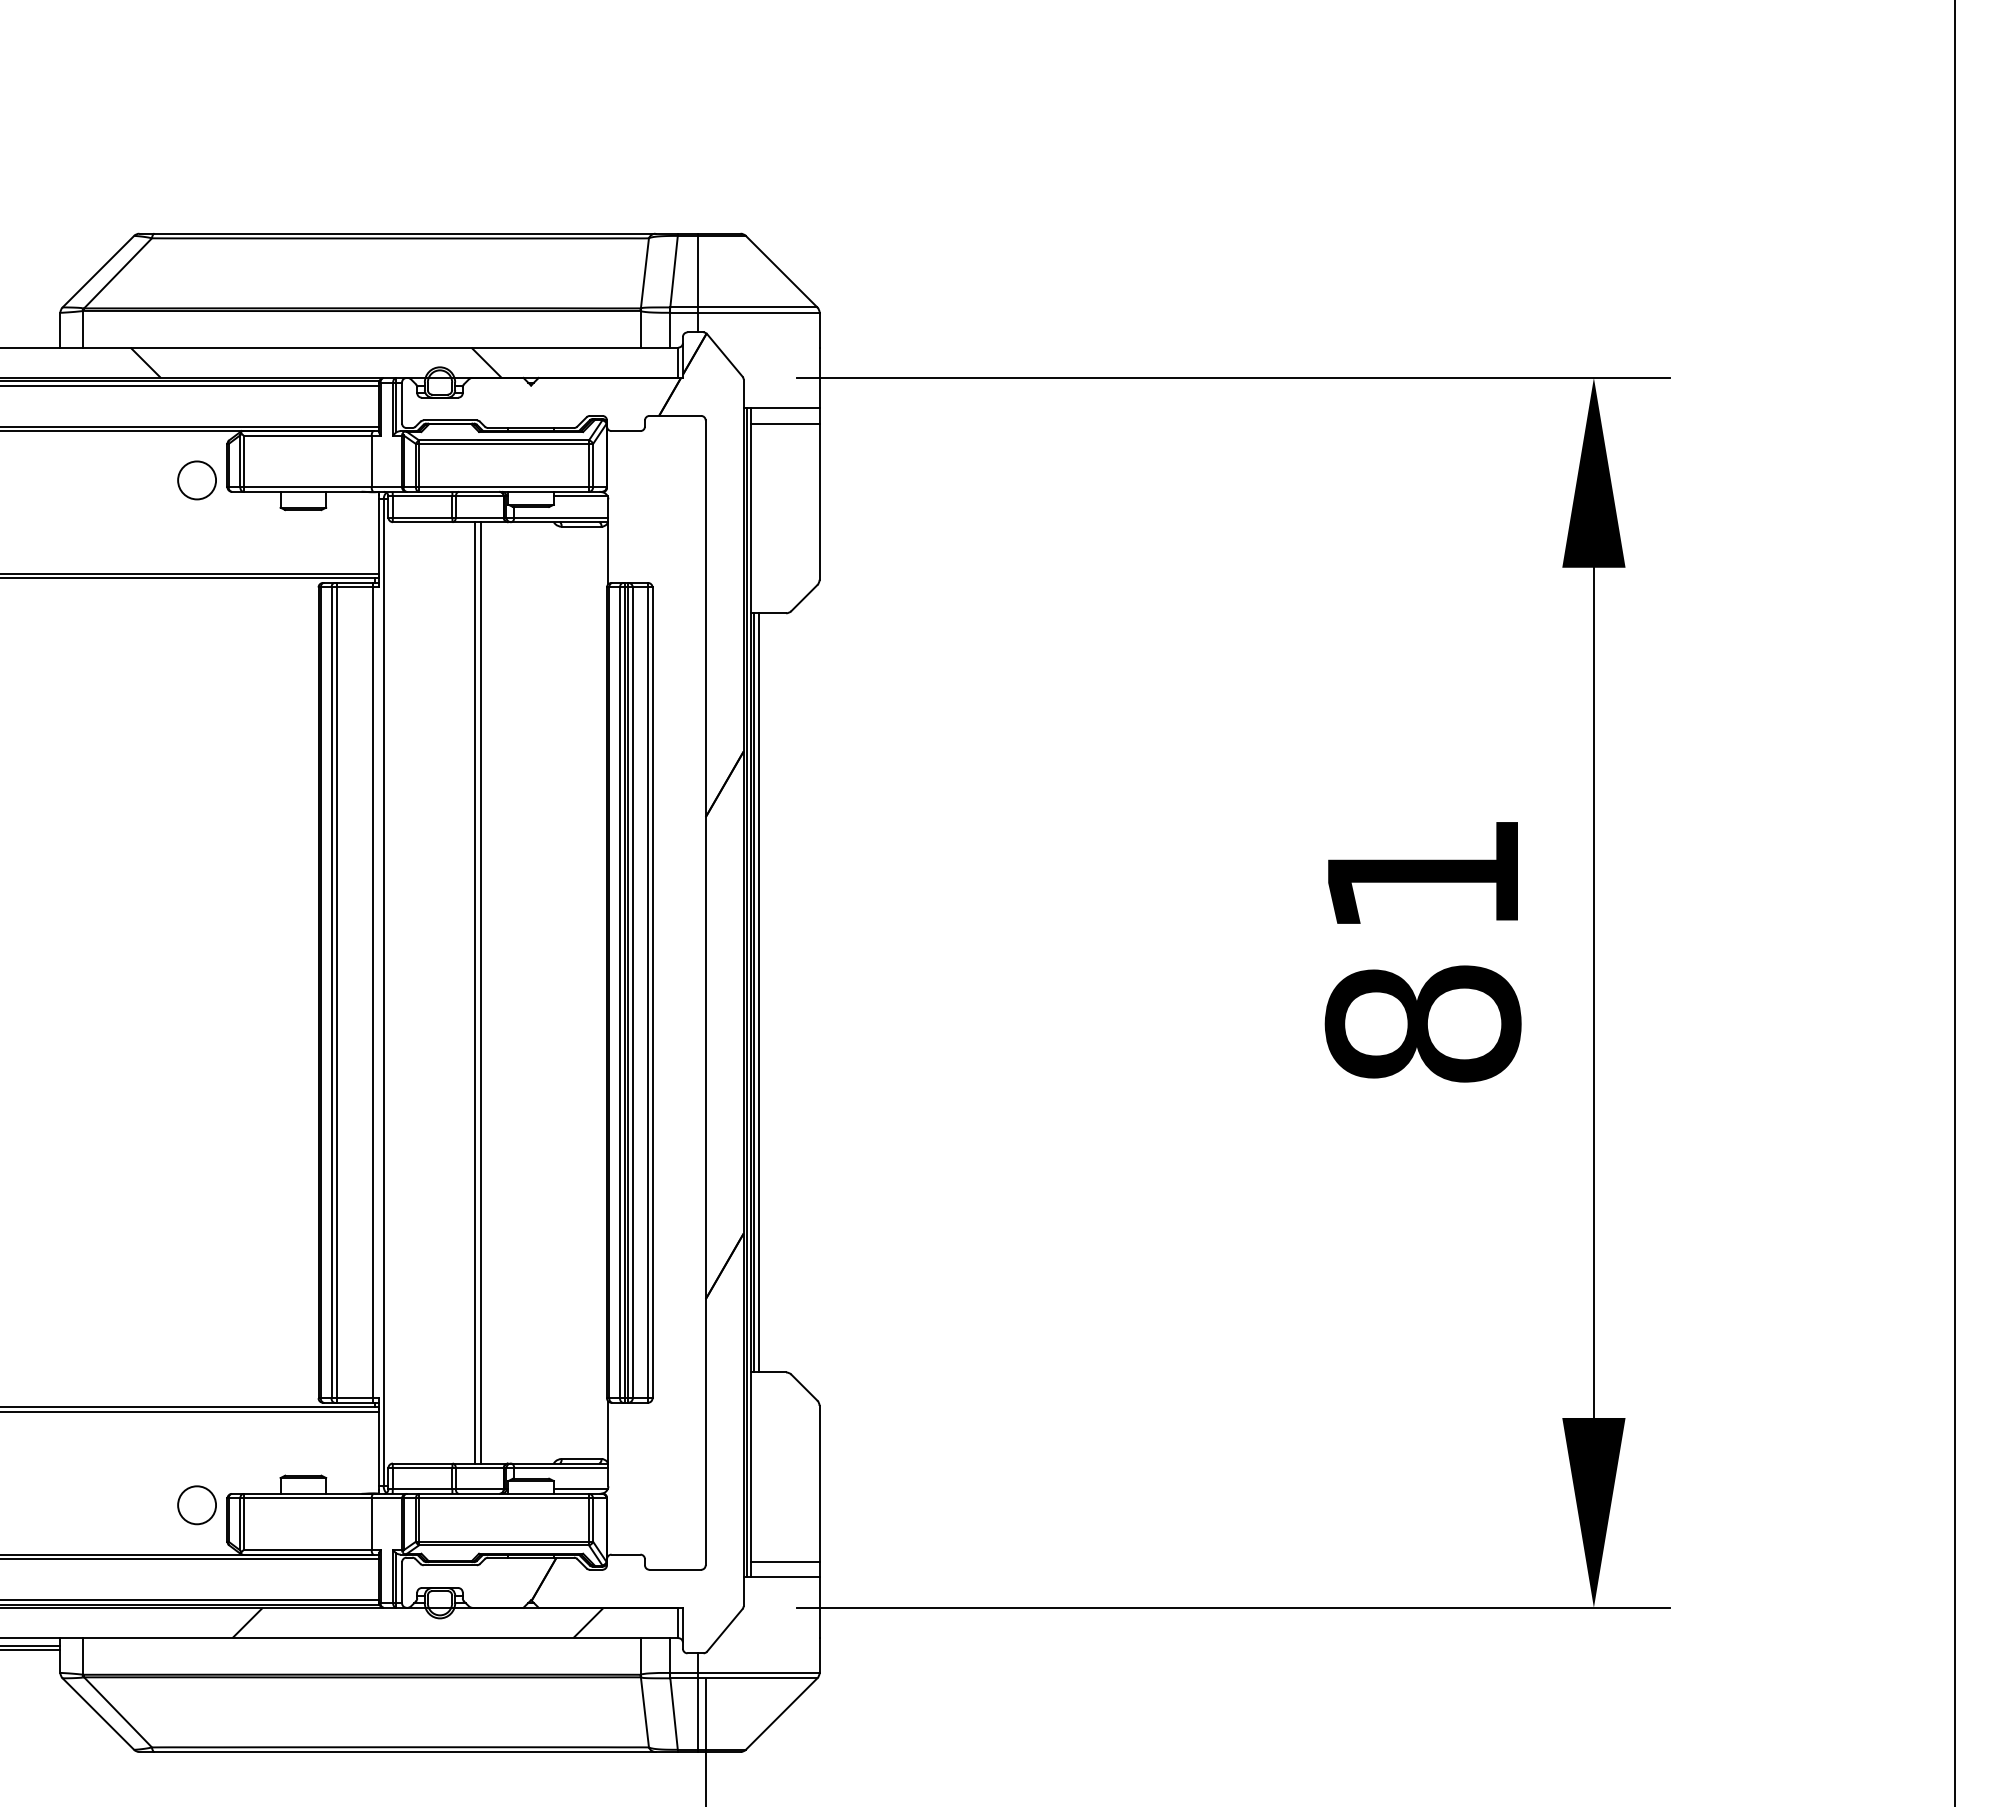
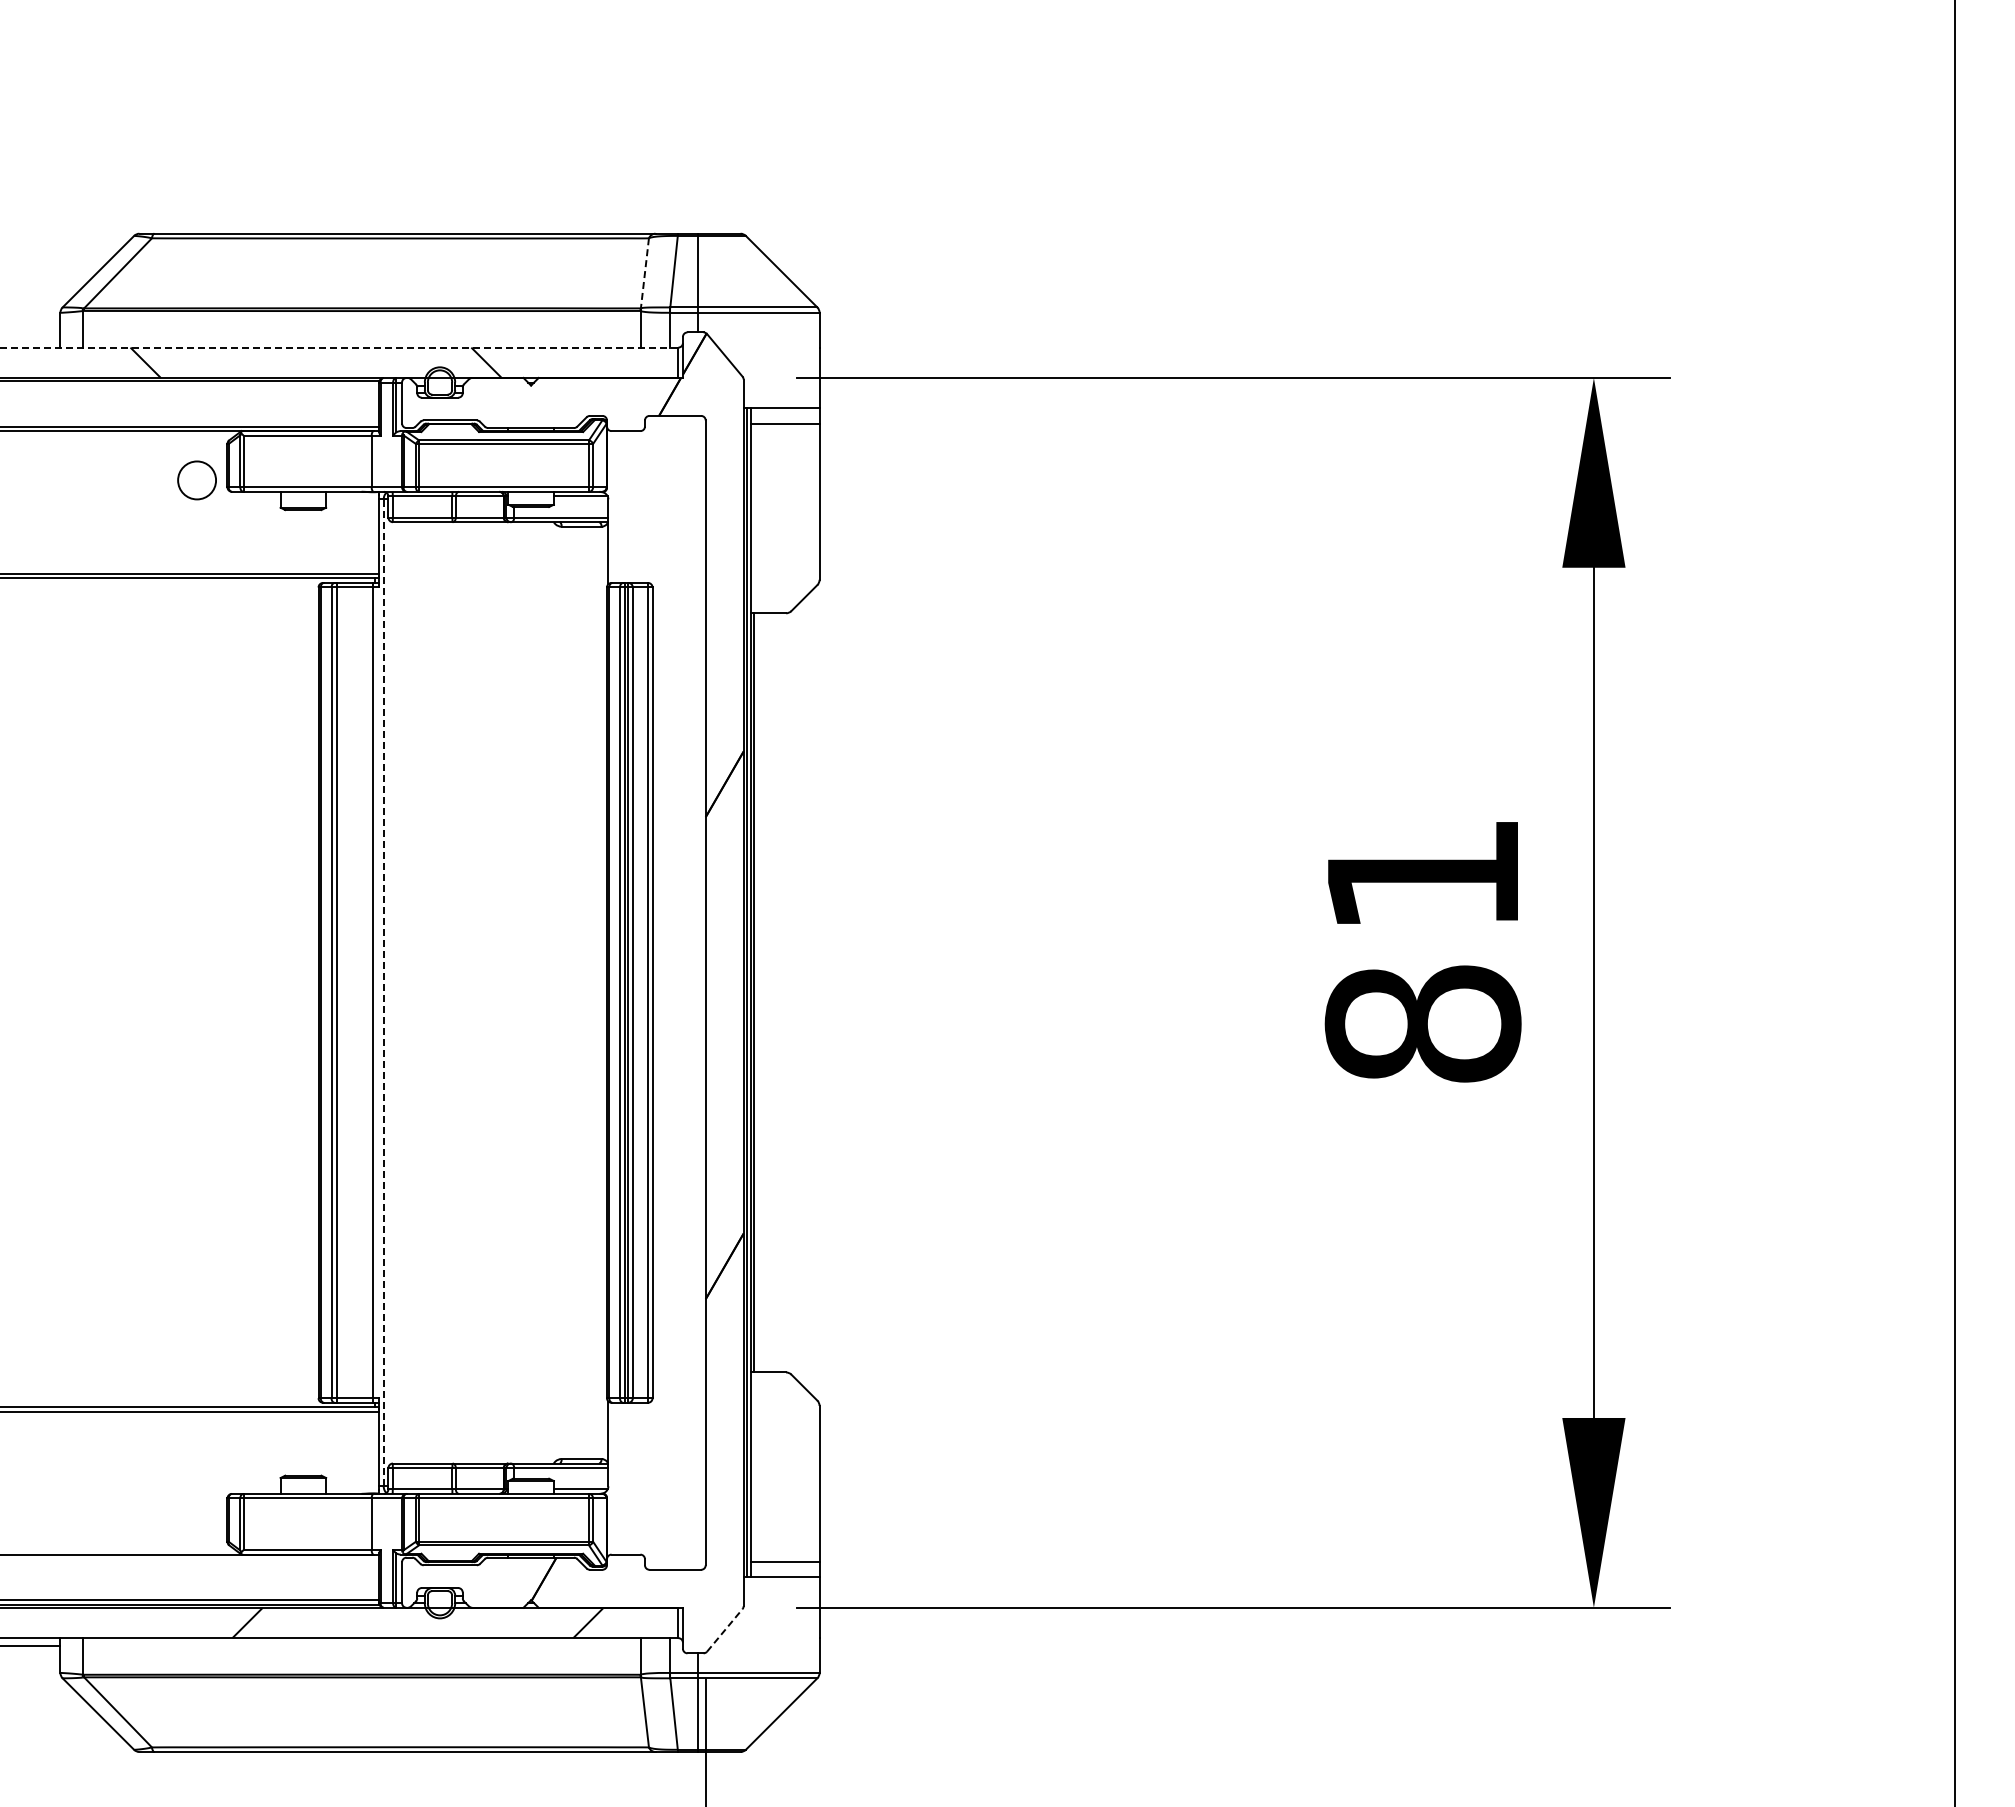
line at (644, 273): solid -> dashed
line at (339, 347): solid -> dashed
line at (190, 385): present -> none
line at (383, 992): solid -> dashed
line at (474, 992): present -> none
line at (480, 992): present -> none
line at (758, 992): present -> none
circle at (196, 1505): present -> none
line at (190, 1559): present -> none
line at (724, 1630): solid -> dashed
line at (31, 1650): present -> none
